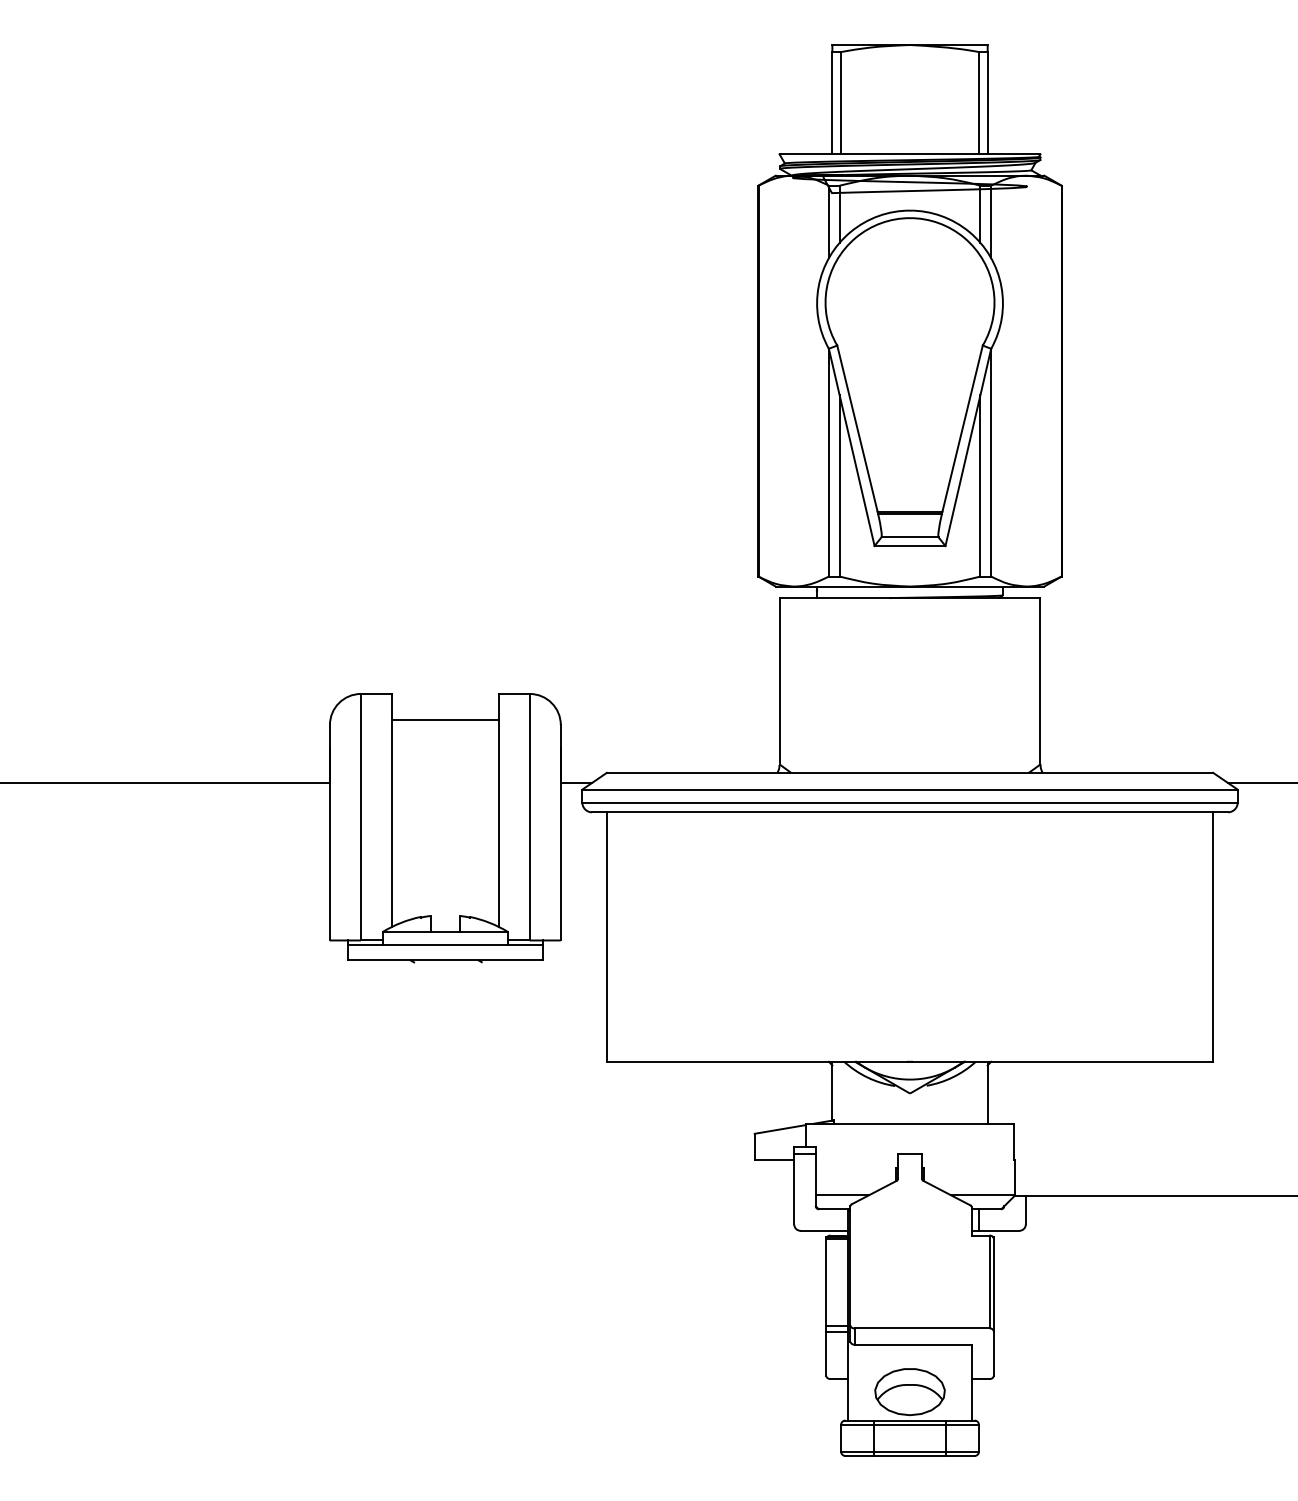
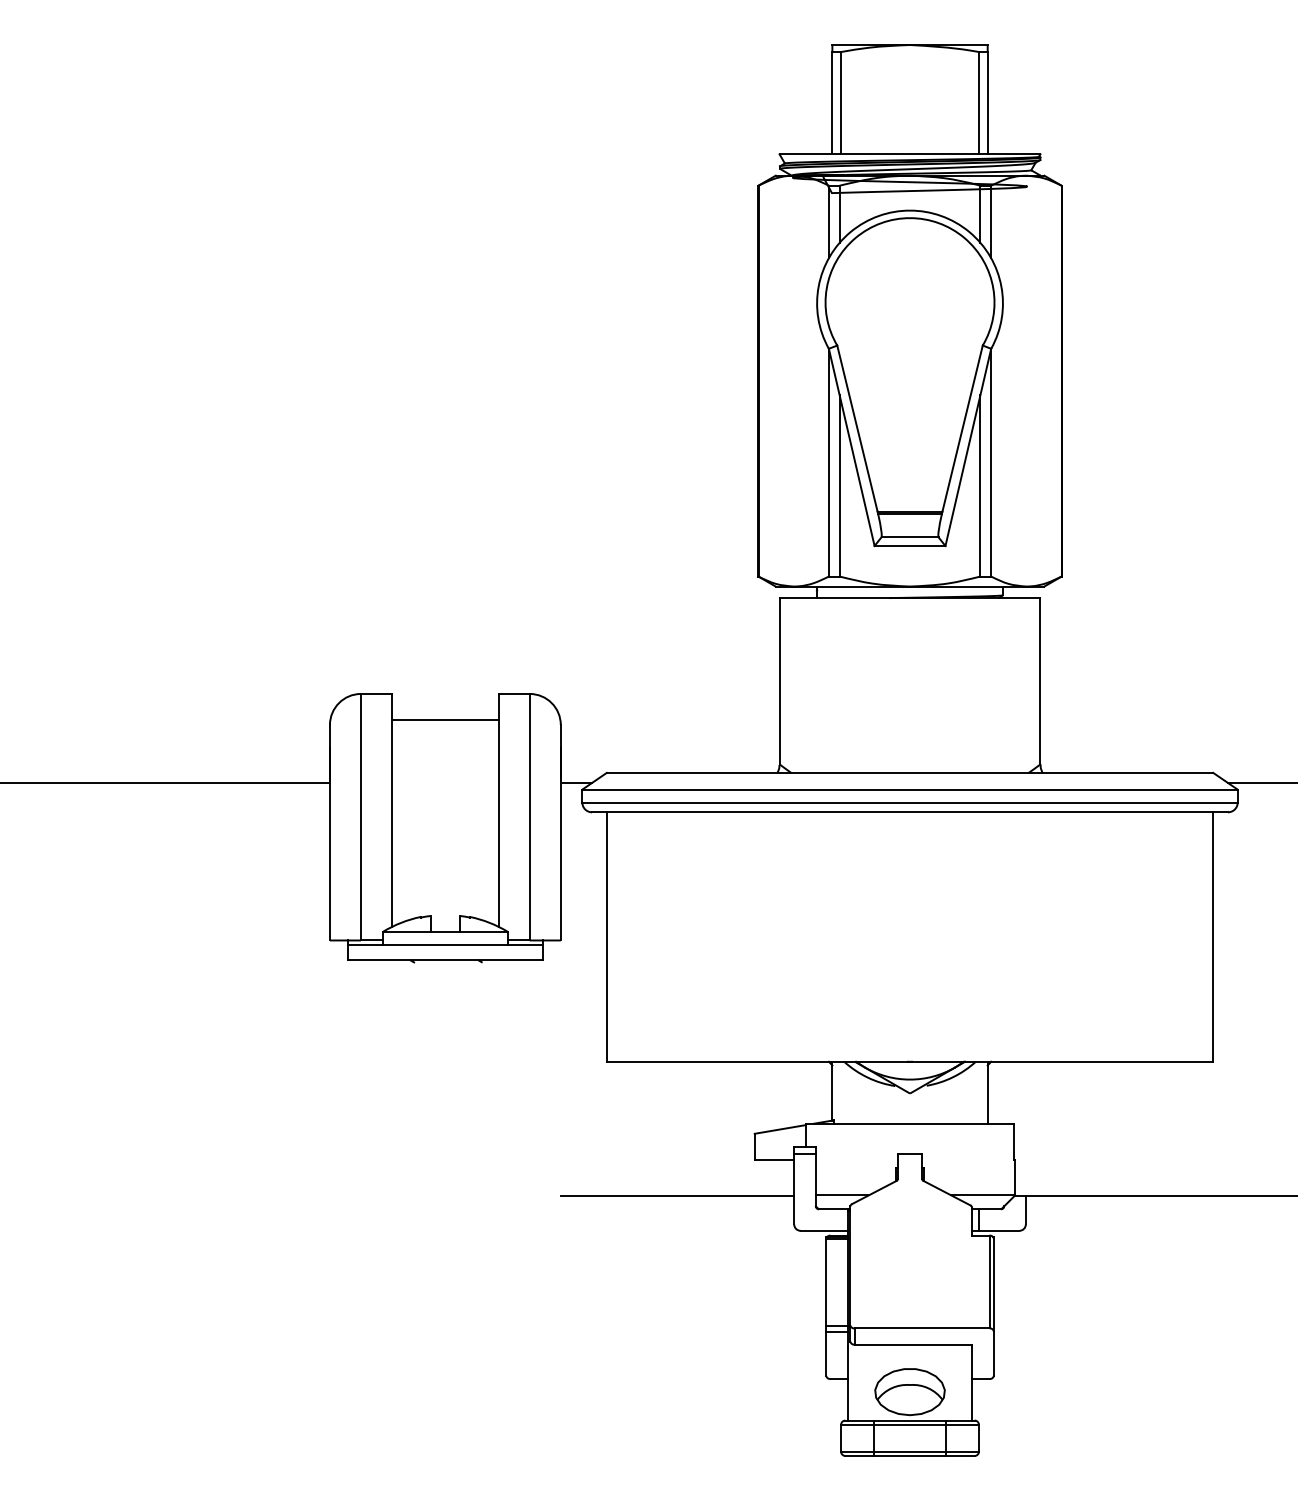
line at (677, 1195): none -> present
